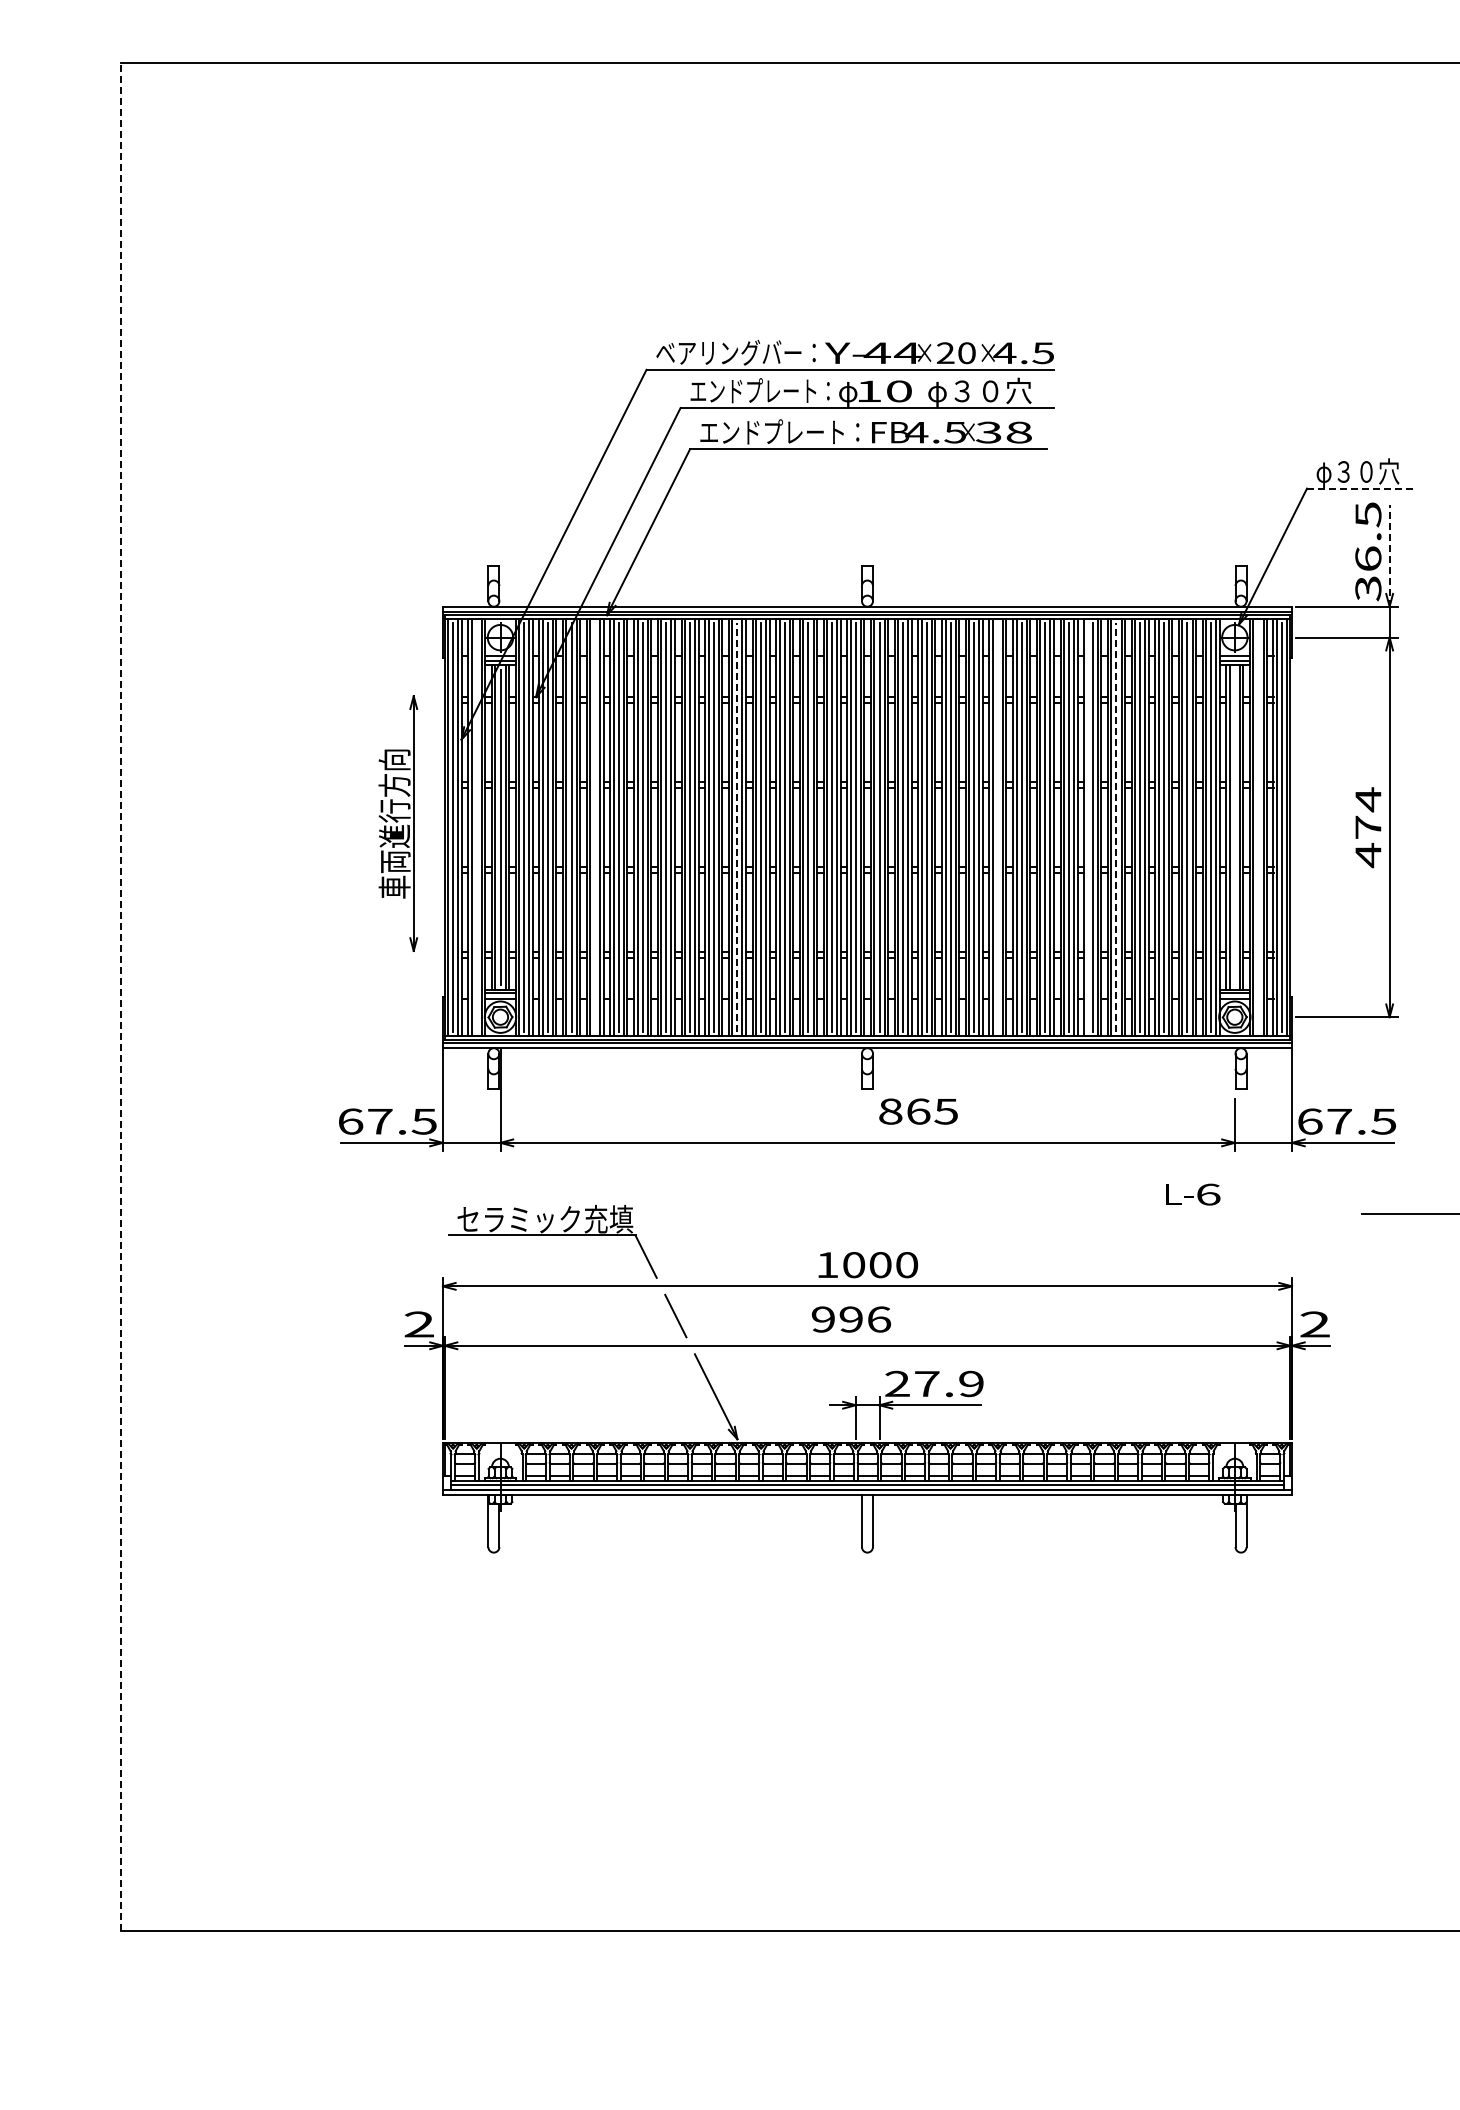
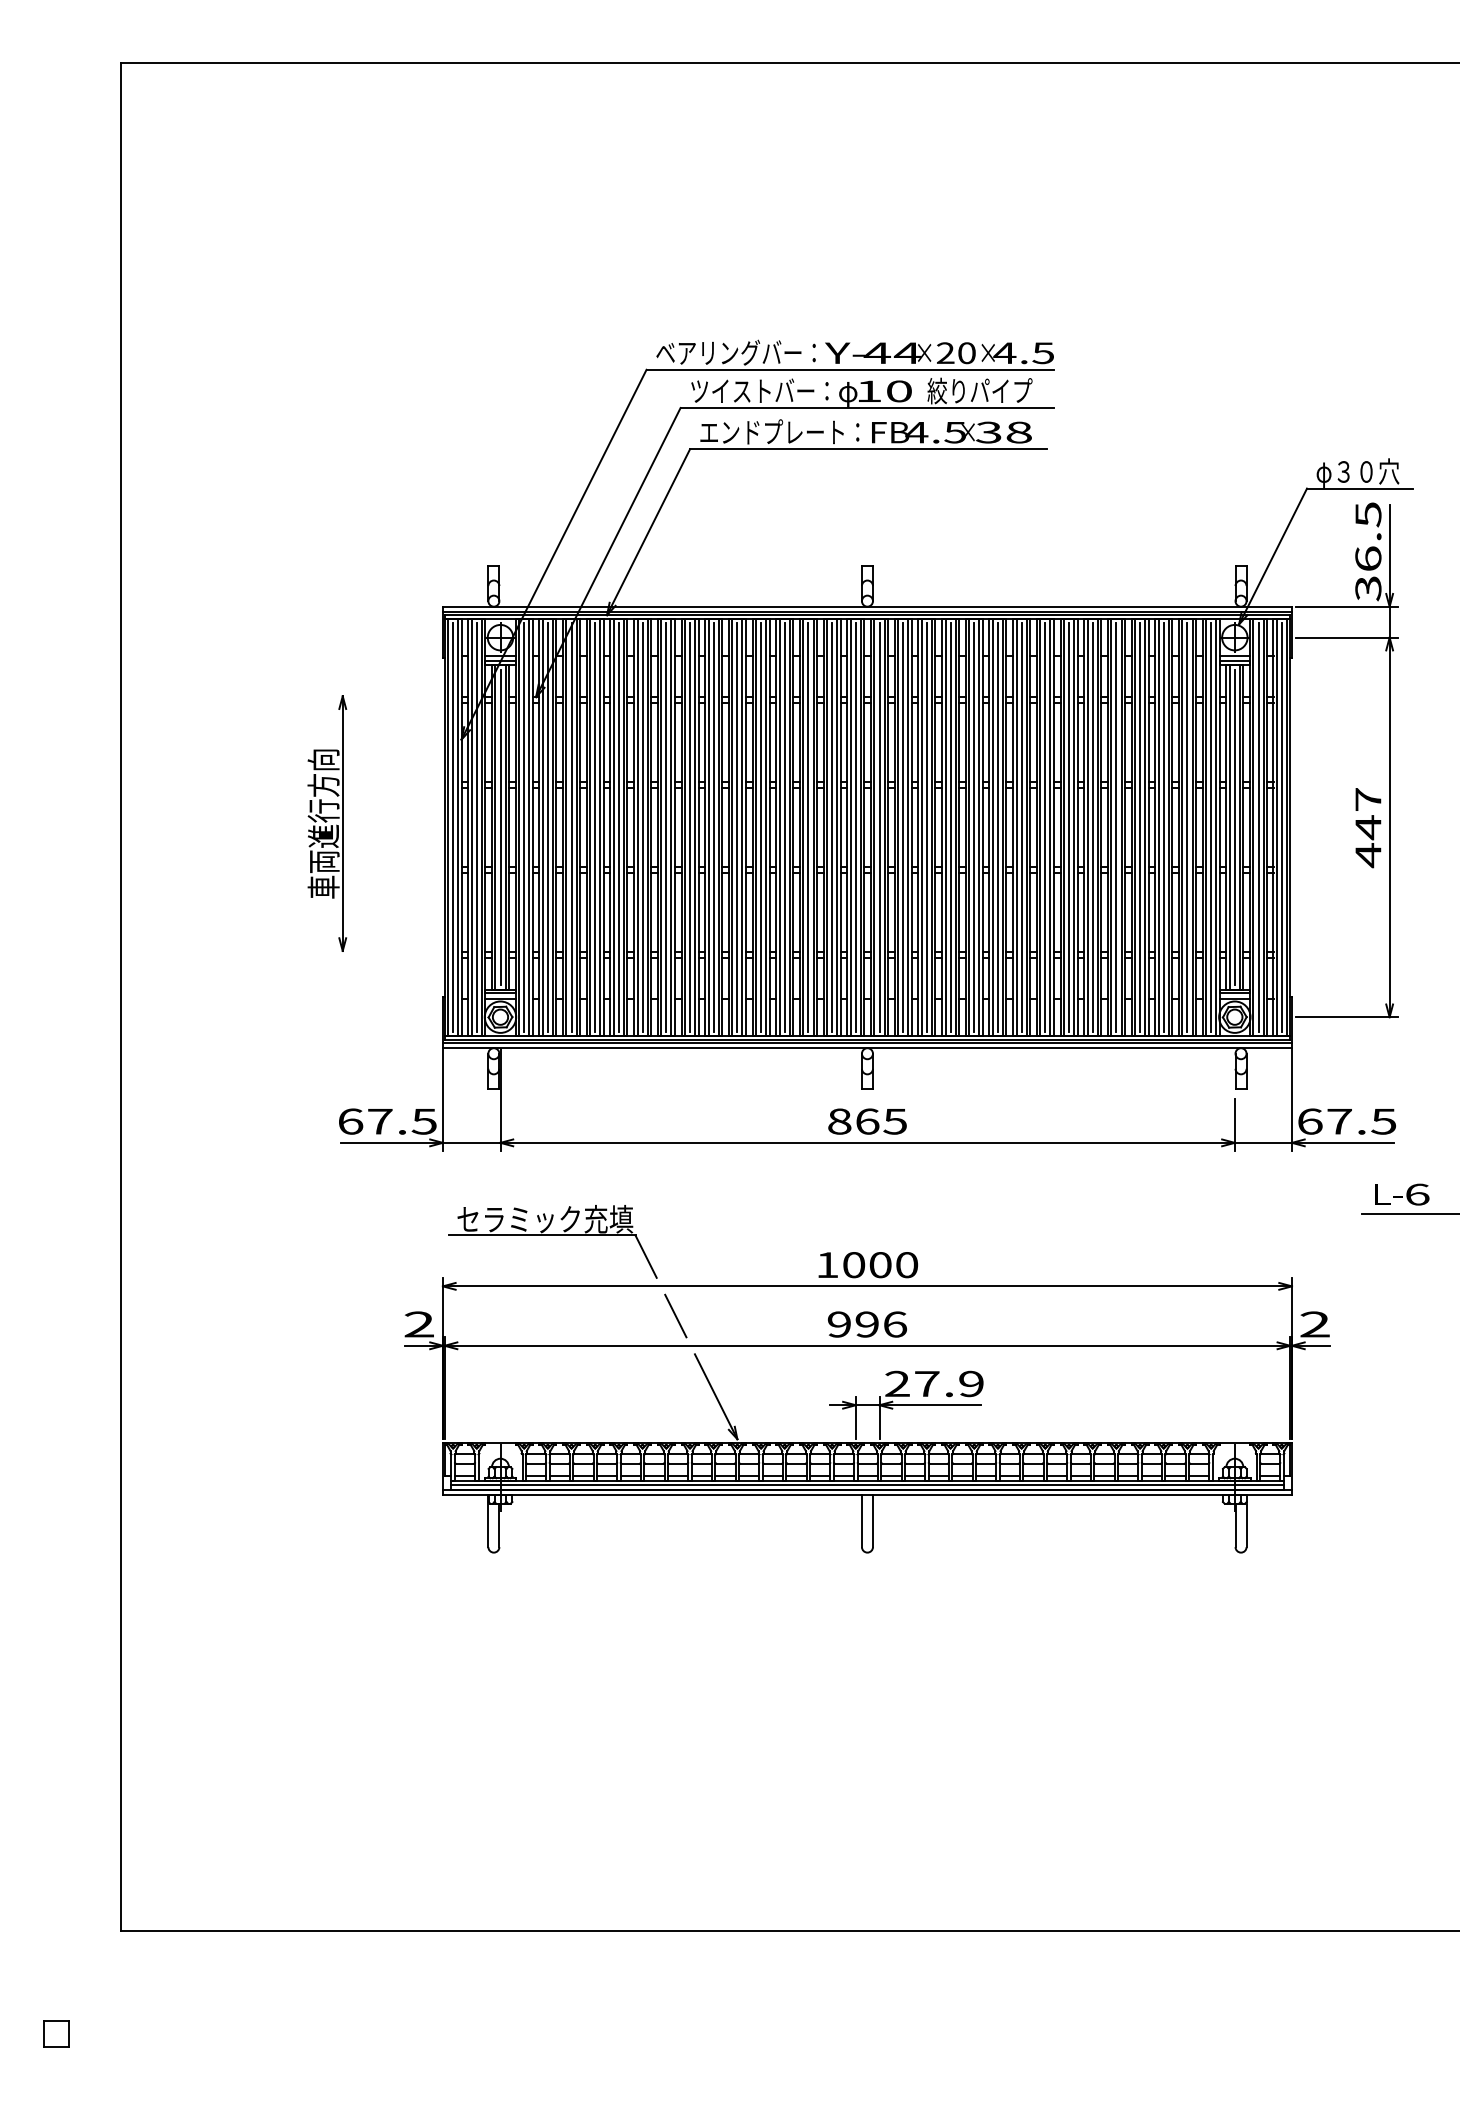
text at (759, 390): エンドプレート： -> ツイストバー：
text at (979, 391): φ３０穴 -> 絞りパイプ
line at (1360, 488): dashed -> solid
line at (1389, 555): dashed -> solid
text at (1368, 813): 474 -> 447
part at (398, 823) position: (398, 823) -> (327, 823)
line at (737, 826): dashed -> solid
line at (1116, 826): dashed -> solid
line at (476, 827): none -> present
line at (595, 827): none -> present
line at (997, 827): none -> present
line at (1087, 827): none -> present
line at (1234, 827): none -> present
line at (1258, 827): none -> present
line at (121, 997): dashed -> solid
text at (918, 1111) position: (918, 1111) -> (867, 1121)
text at (1193, 1194) position: (1193, 1194) -> (1402, 1194)
text at (851, 1319) position: (851, 1319) -> (867, 1324)
part at (56, 2033): none -> present
